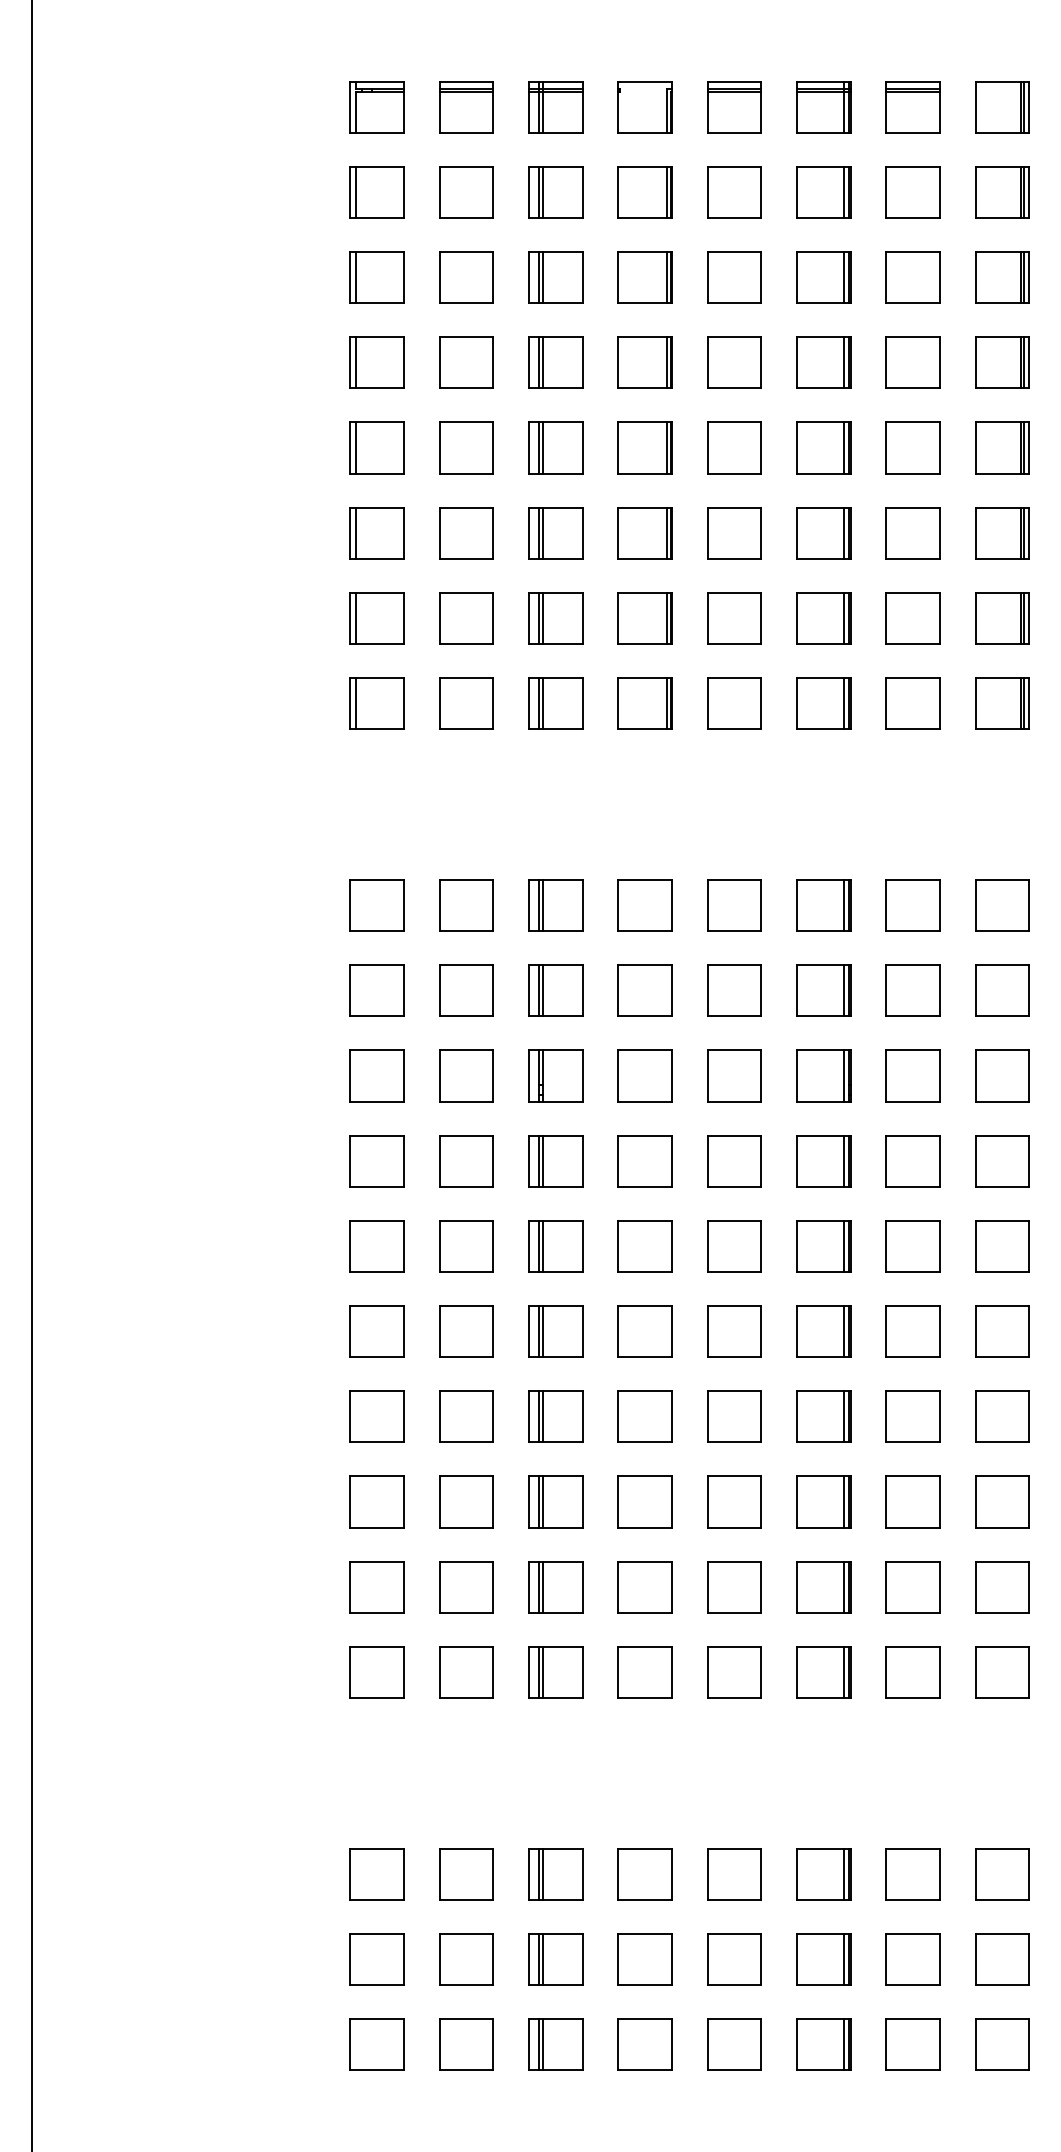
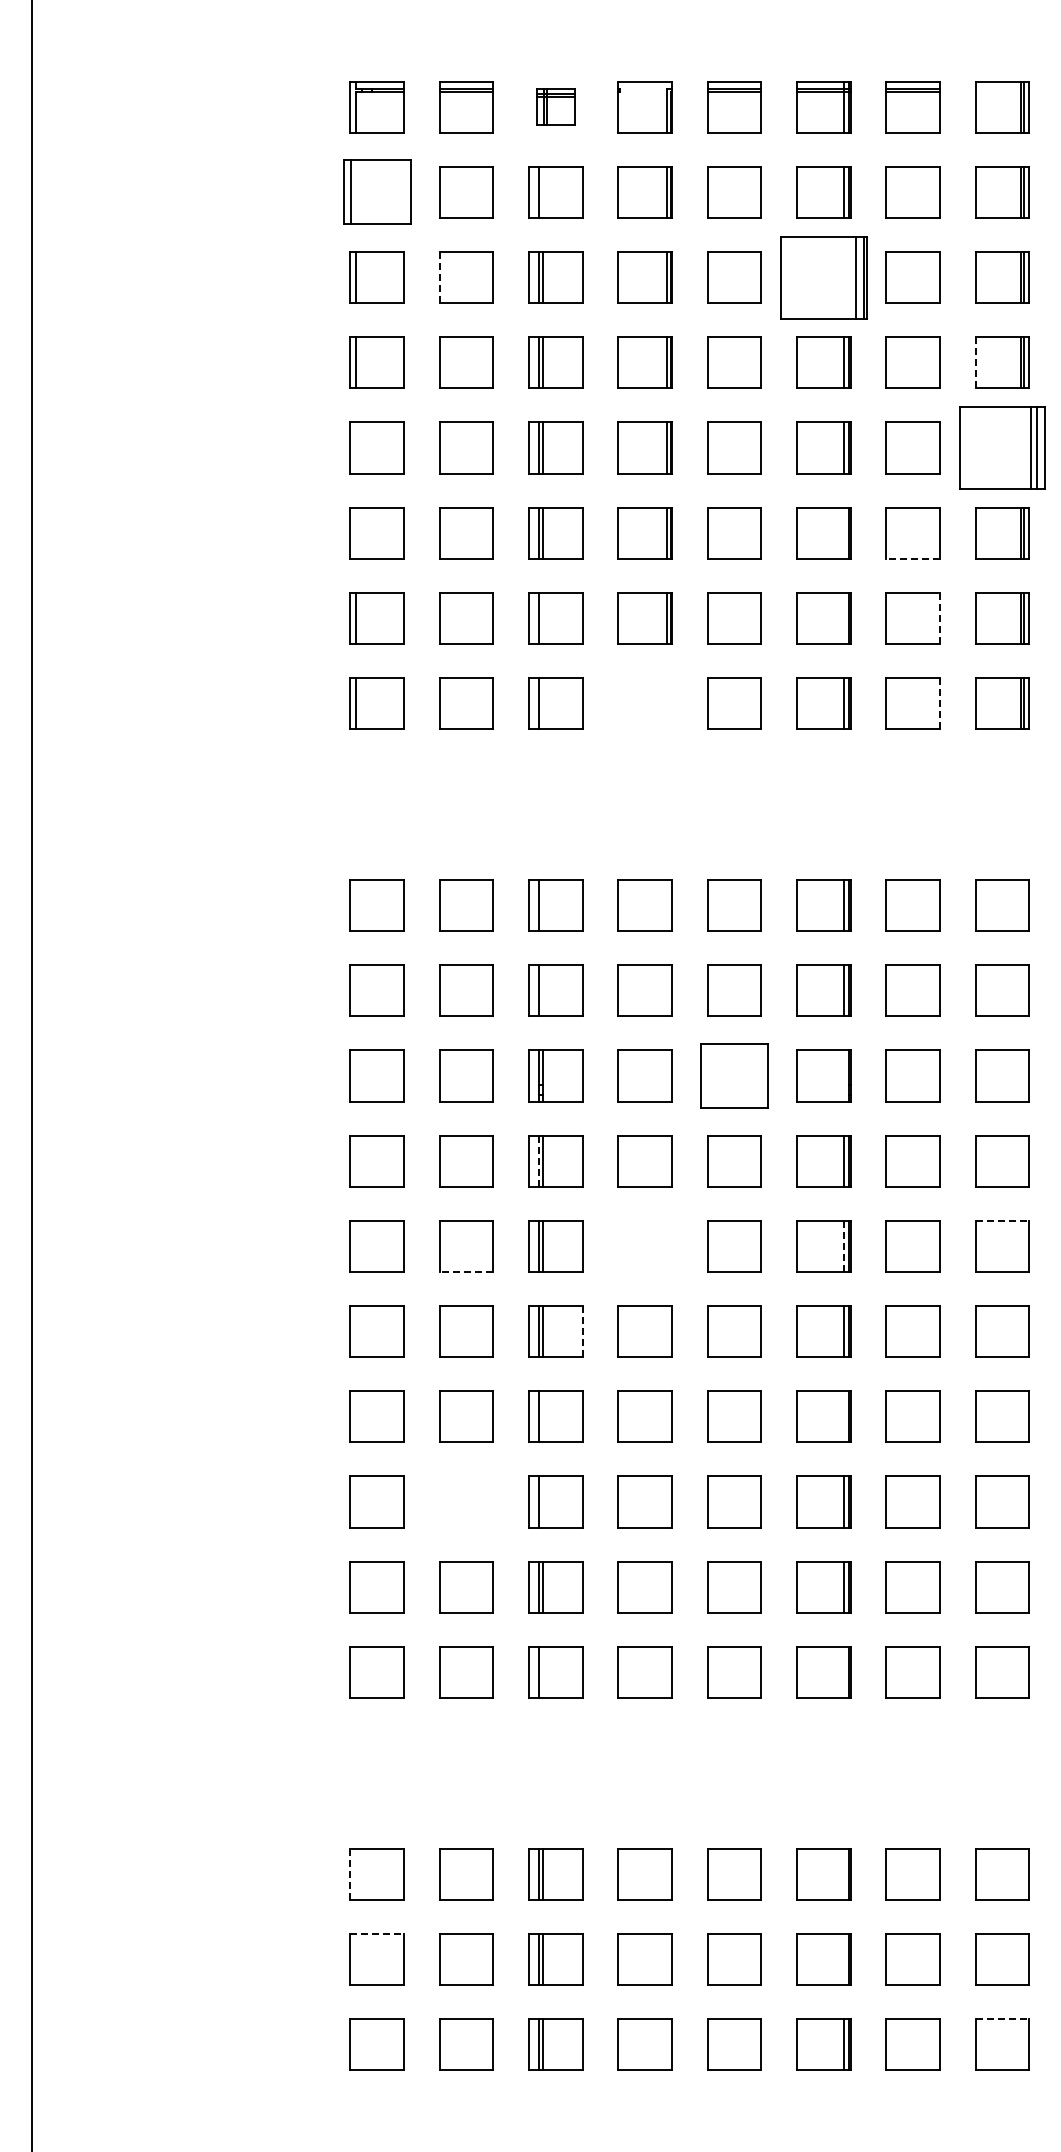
part at (555, 107) size: 56x53 px -> 40x38 px
line at (543, 191): present -> none
part at (376, 192) size: 56x53 px -> 69x66 px
line at (439, 277): solid -> dashed
part at (823, 277) size: 56x53 px -> 88x84 px
line at (975, 362): solid -> dashed
line at (355, 447): present -> none
part at (1002, 447) size: 55x54 px -> 87x84 px
line at (355, 532): present -> none
line at (843, 532): present -> none
line at (913, 558): solid -> dashed
line at (543, 617): present -> none
line at (843, 617): present -> none
line at (939, 618): solid -> dashed
line at (543, 703): present -> none
part at (644, 703): present -> none
line at (939, 703): solid -> dashed
line at (543, 905): present -> none
line at (543, 990): present -> none
part at (734, 1075) size: 55x54 px -> 69x66 px
line at (843, 1075): present -> none
line at (538, 1161): solid -> dashed
line at (1002, 1220): solid -> dashed
part at (644, 1246): present -> none
line at (843, 1246): solid -> dashed
line at (466, 1272): solid -> dashed
line at (582, 1331): solid -> dashed
line at (543, 1416): present -> none
line at (843, 1416): present -> none
part at (466, 1501): present -> none
line at (543, 1501): present -> none
line at (543, 1672): present -> none
line at (843, 1672): present -> none
line at (350, 1874): solid -> dashed
line at (843, 1874): present -> none
line at (377, 1934): solid -> dashed
line at (843, 1959): present -> none
line at (1002, 2019): solid -> dashed
